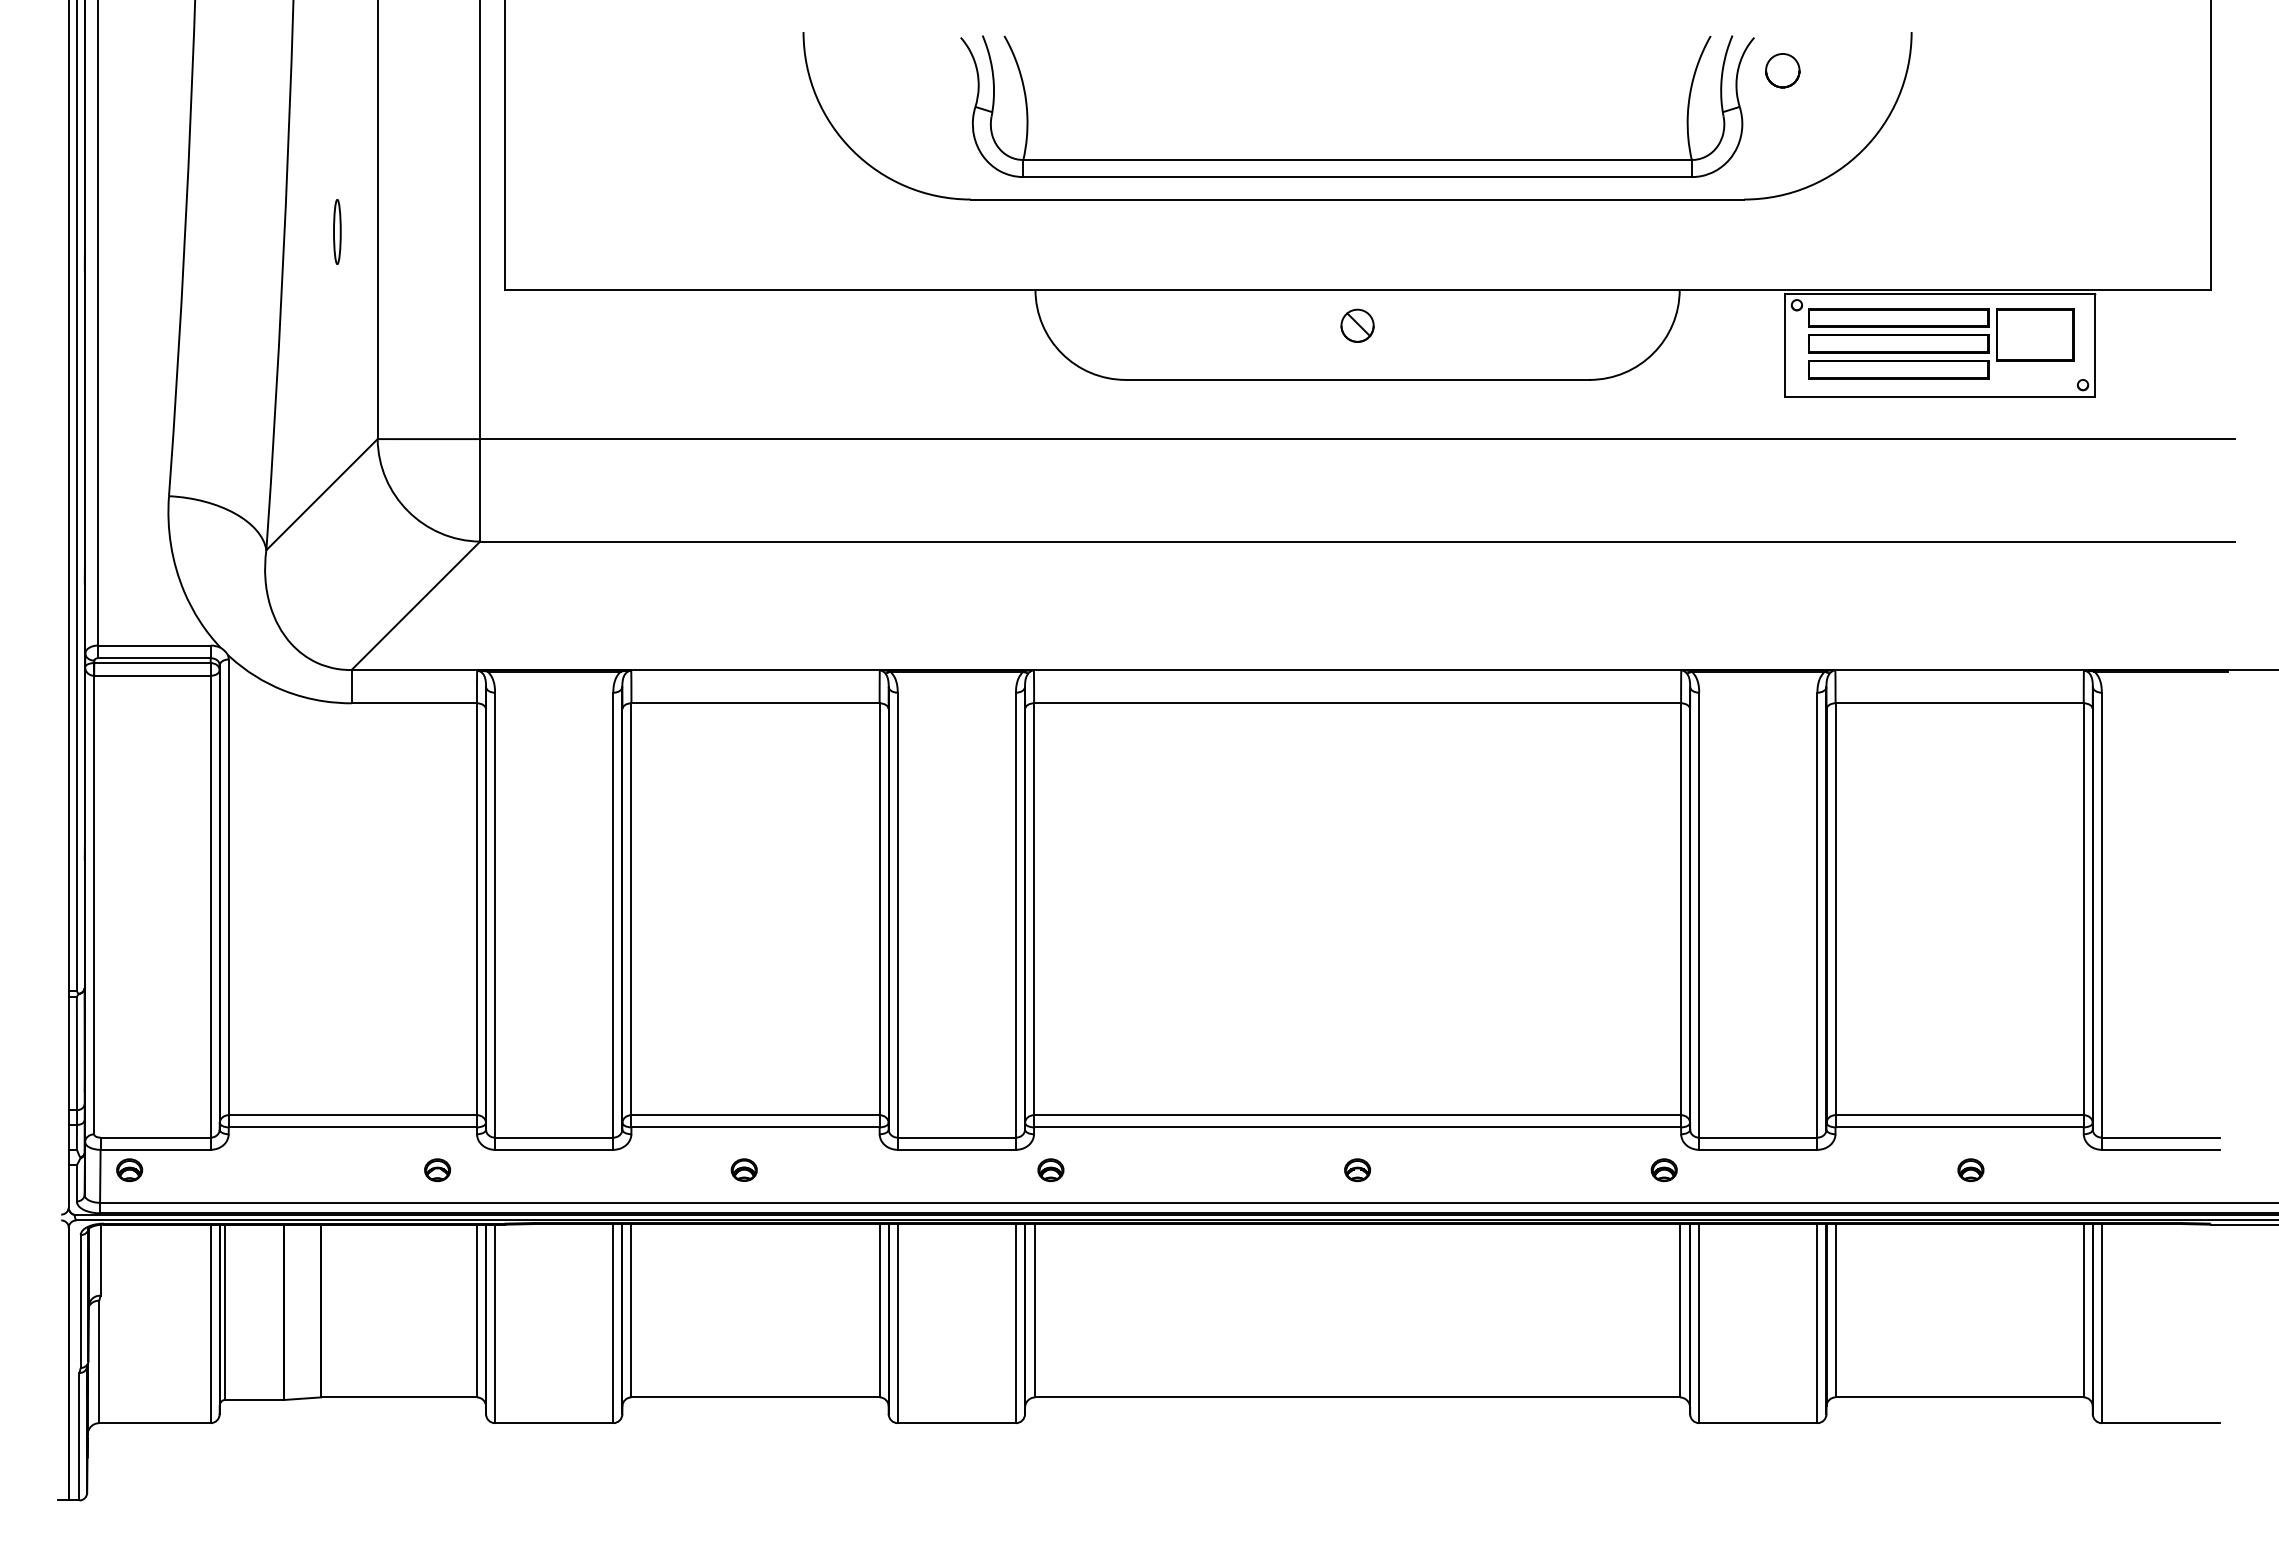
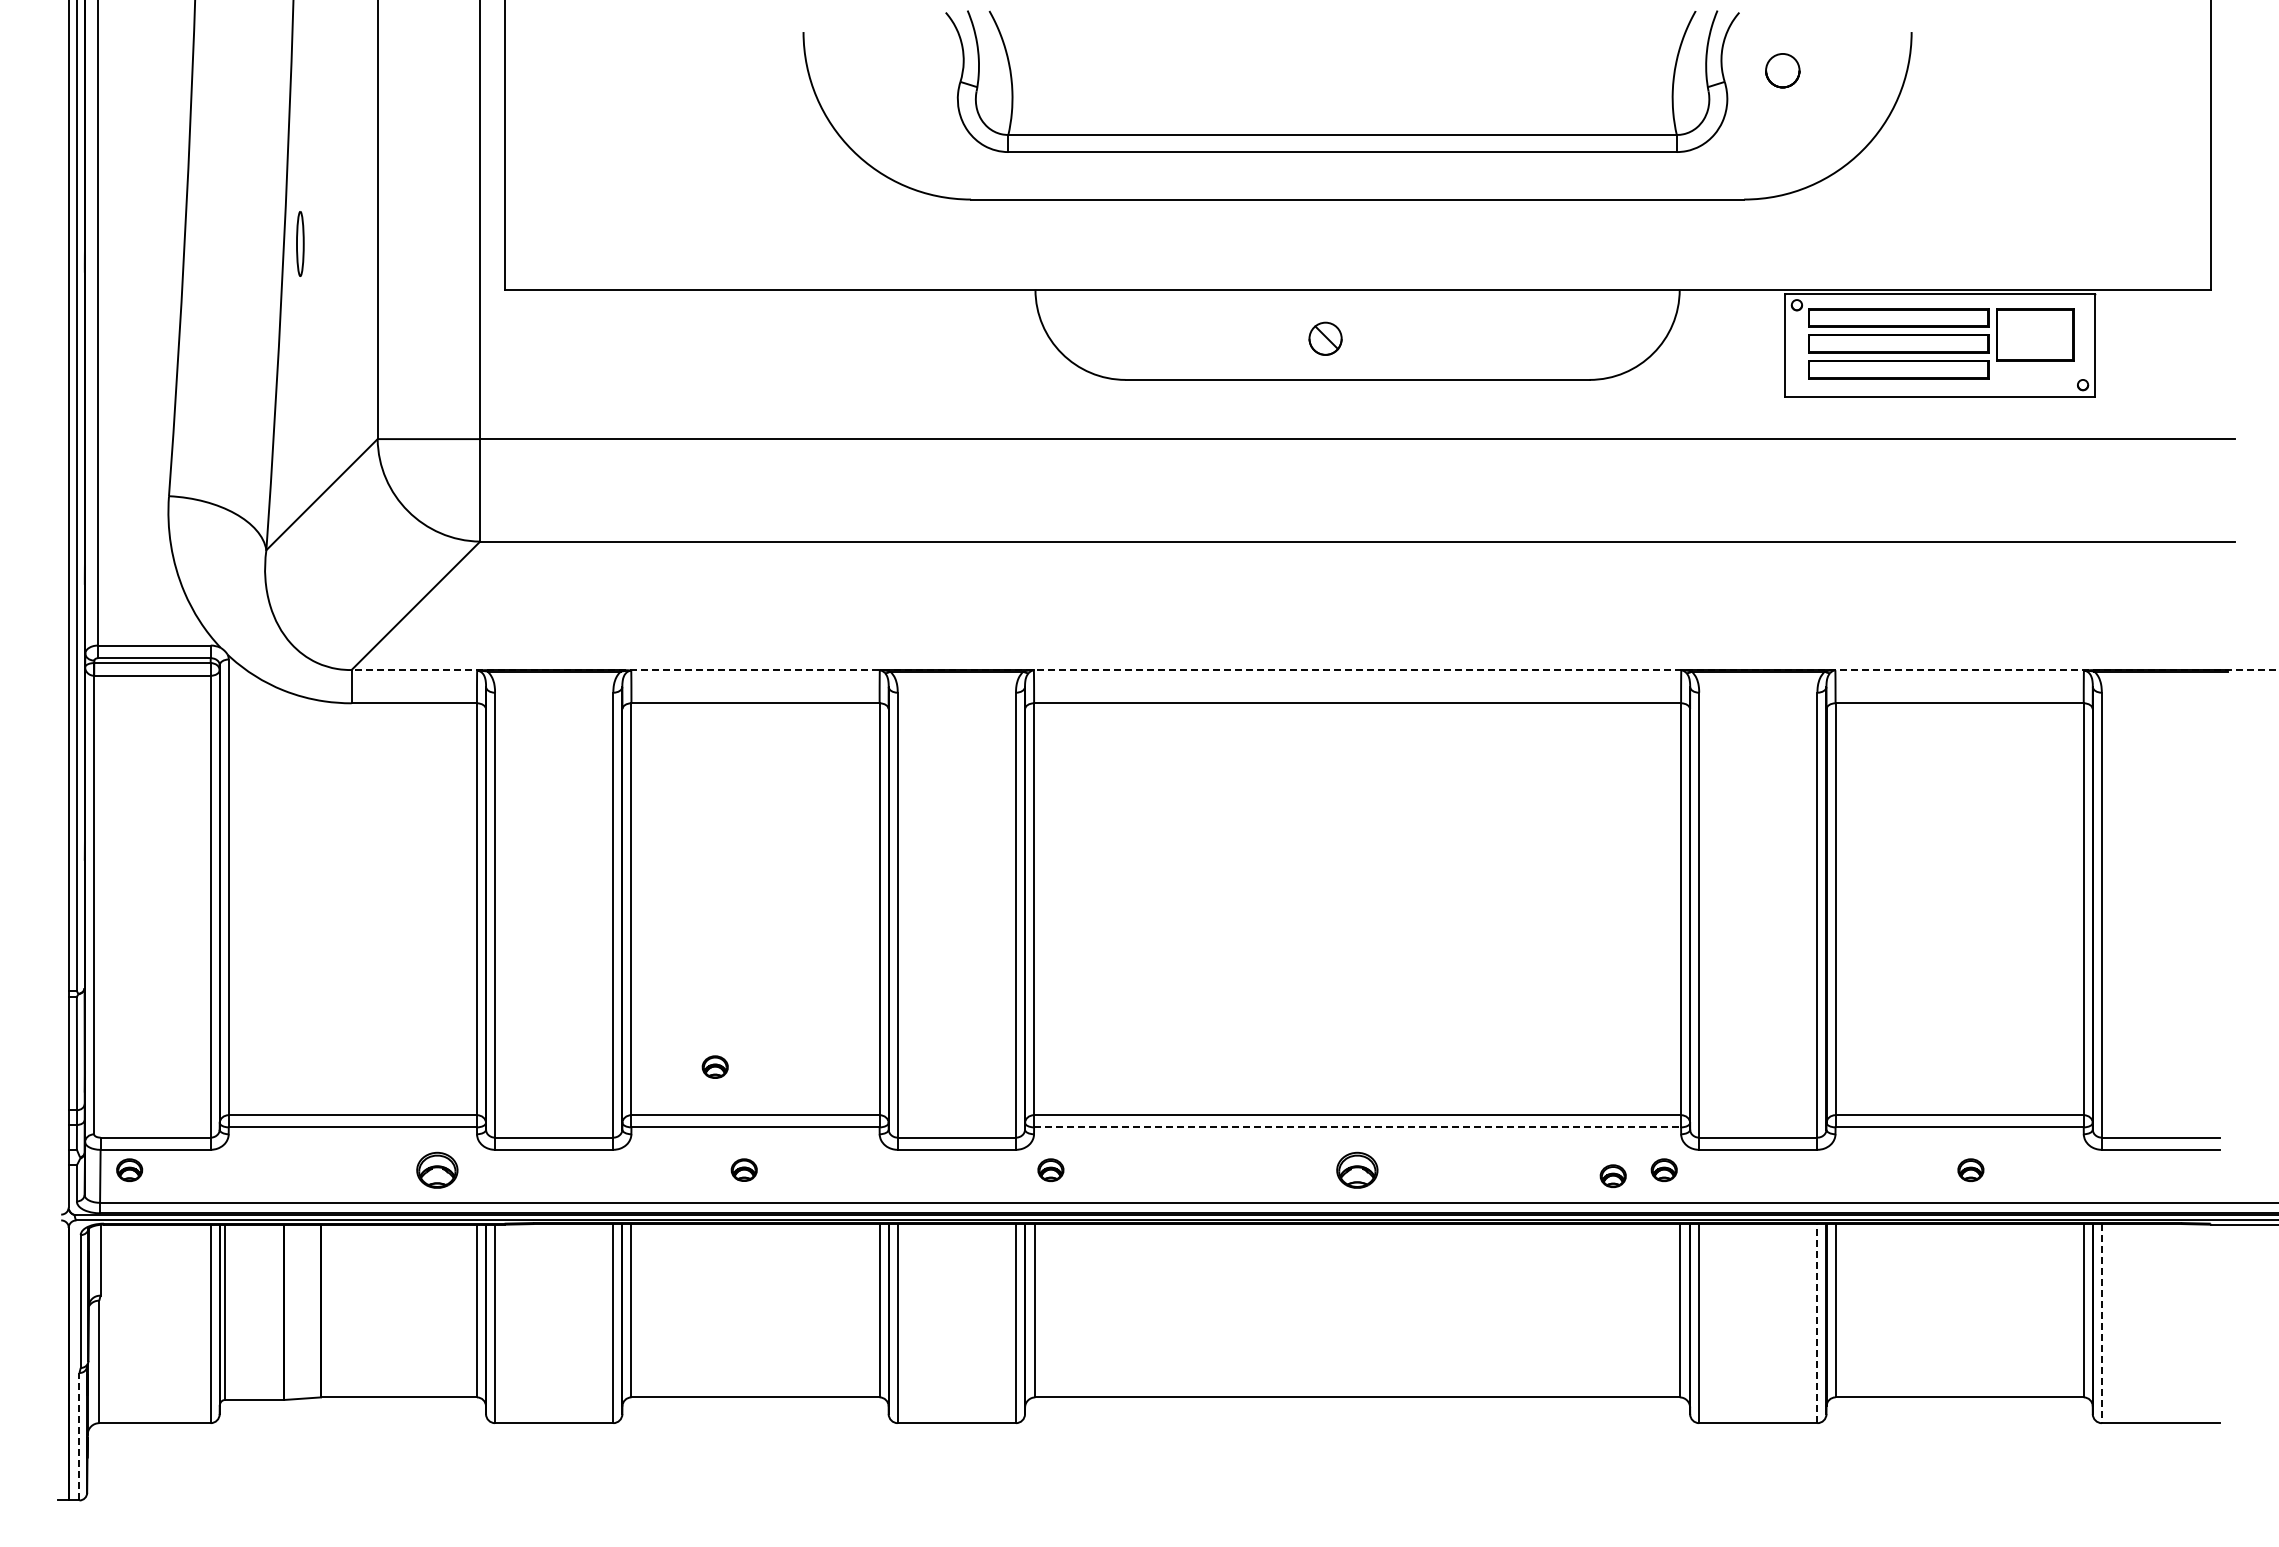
part at (1357, 159) position: (1357, 159) -> (1342, 134)
part at (337, 231) position: (337, 231) -> (300, 243)
part at (1357, 325) position: (1357, 325) -> (1325, 338)
line at (1314, 670): solid -> dashed
part at (714, 1066): none -> present
line at (1358, 1127): solid -> dashed
part at (437, 1169) size: 28x24 px -> 43x38 px
part at (1357, 1169) size: 28x24 px -> 43x38 px
part at (1612, 1175): none -> present
line at (1817, 1323): solid -> dashed
line at (2101, 1323): solid -> dashed
line at (79, 1436): solid -> dashed
